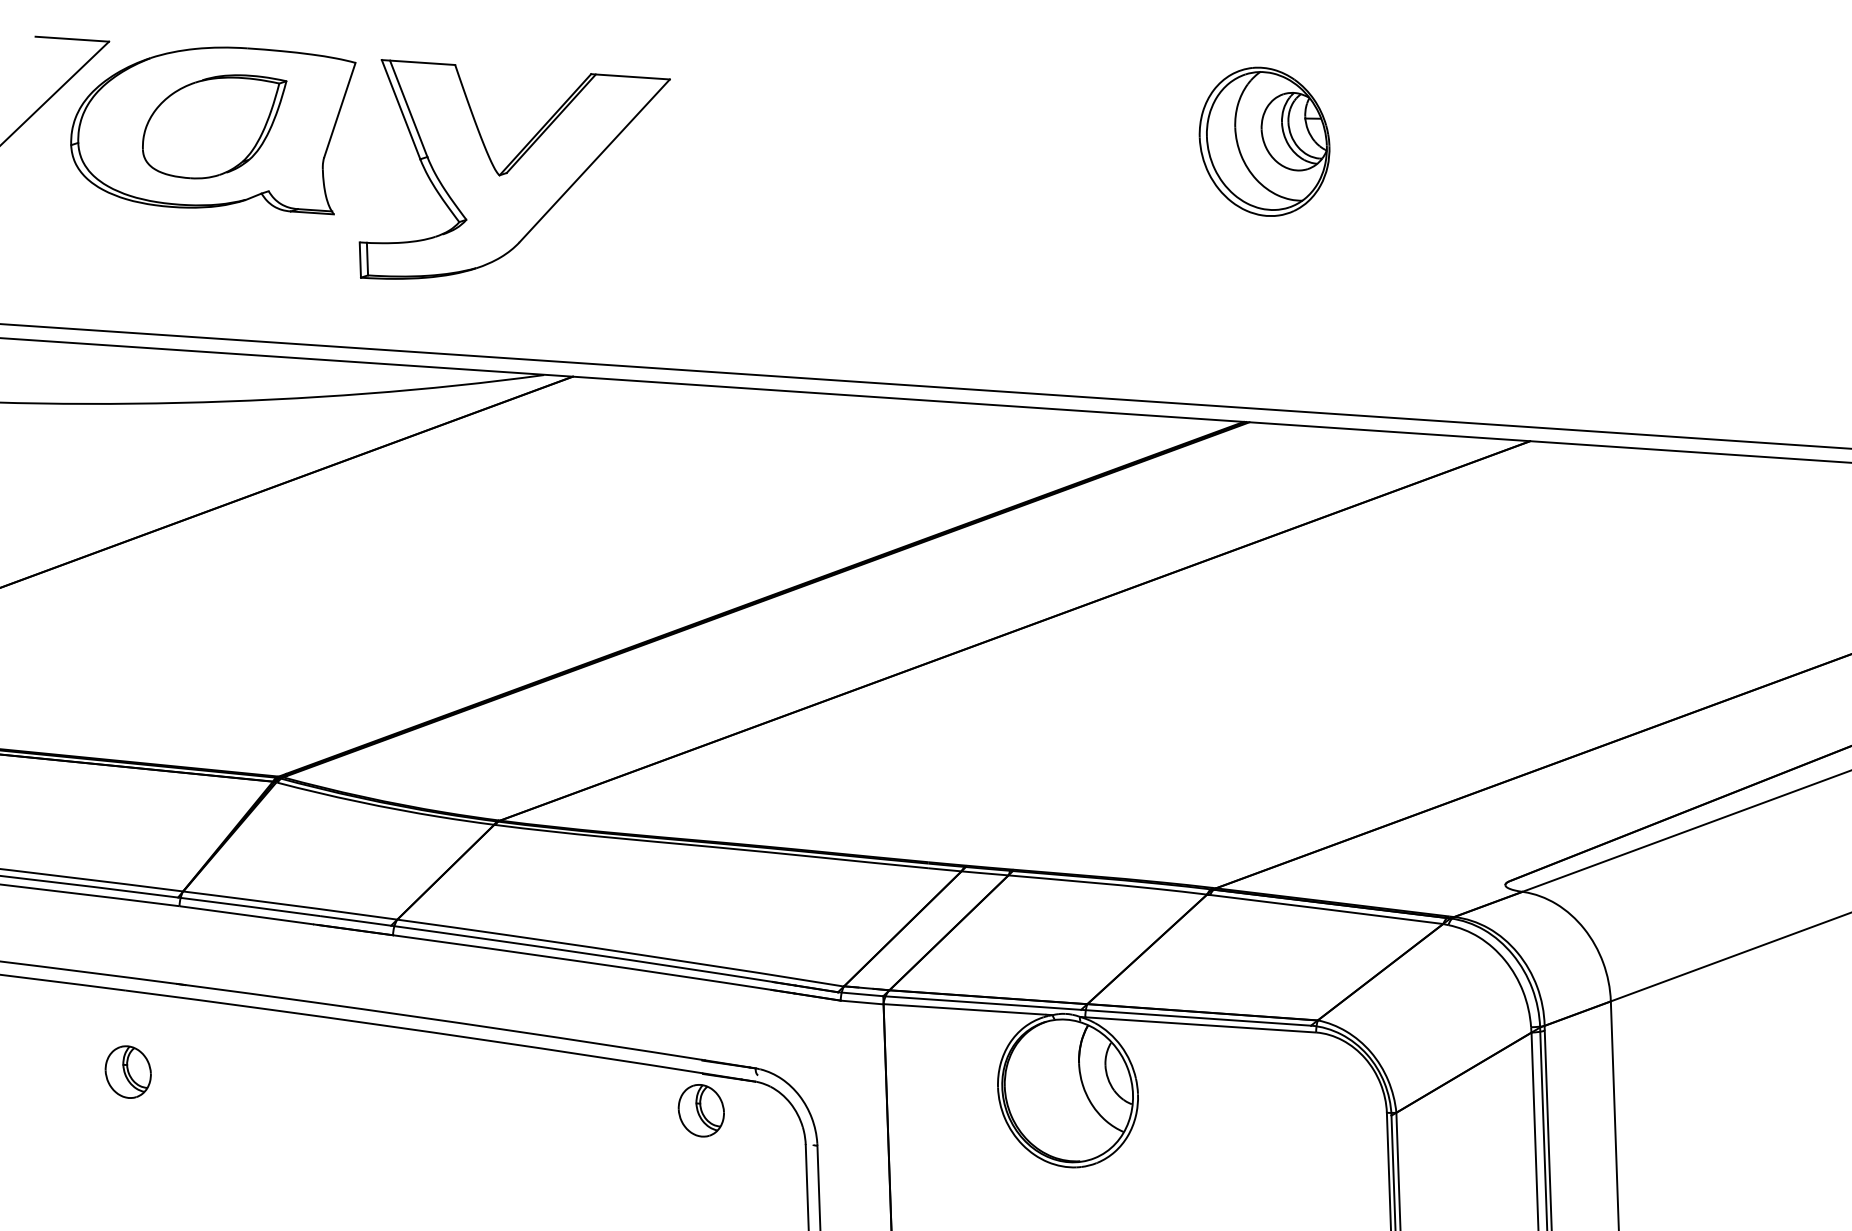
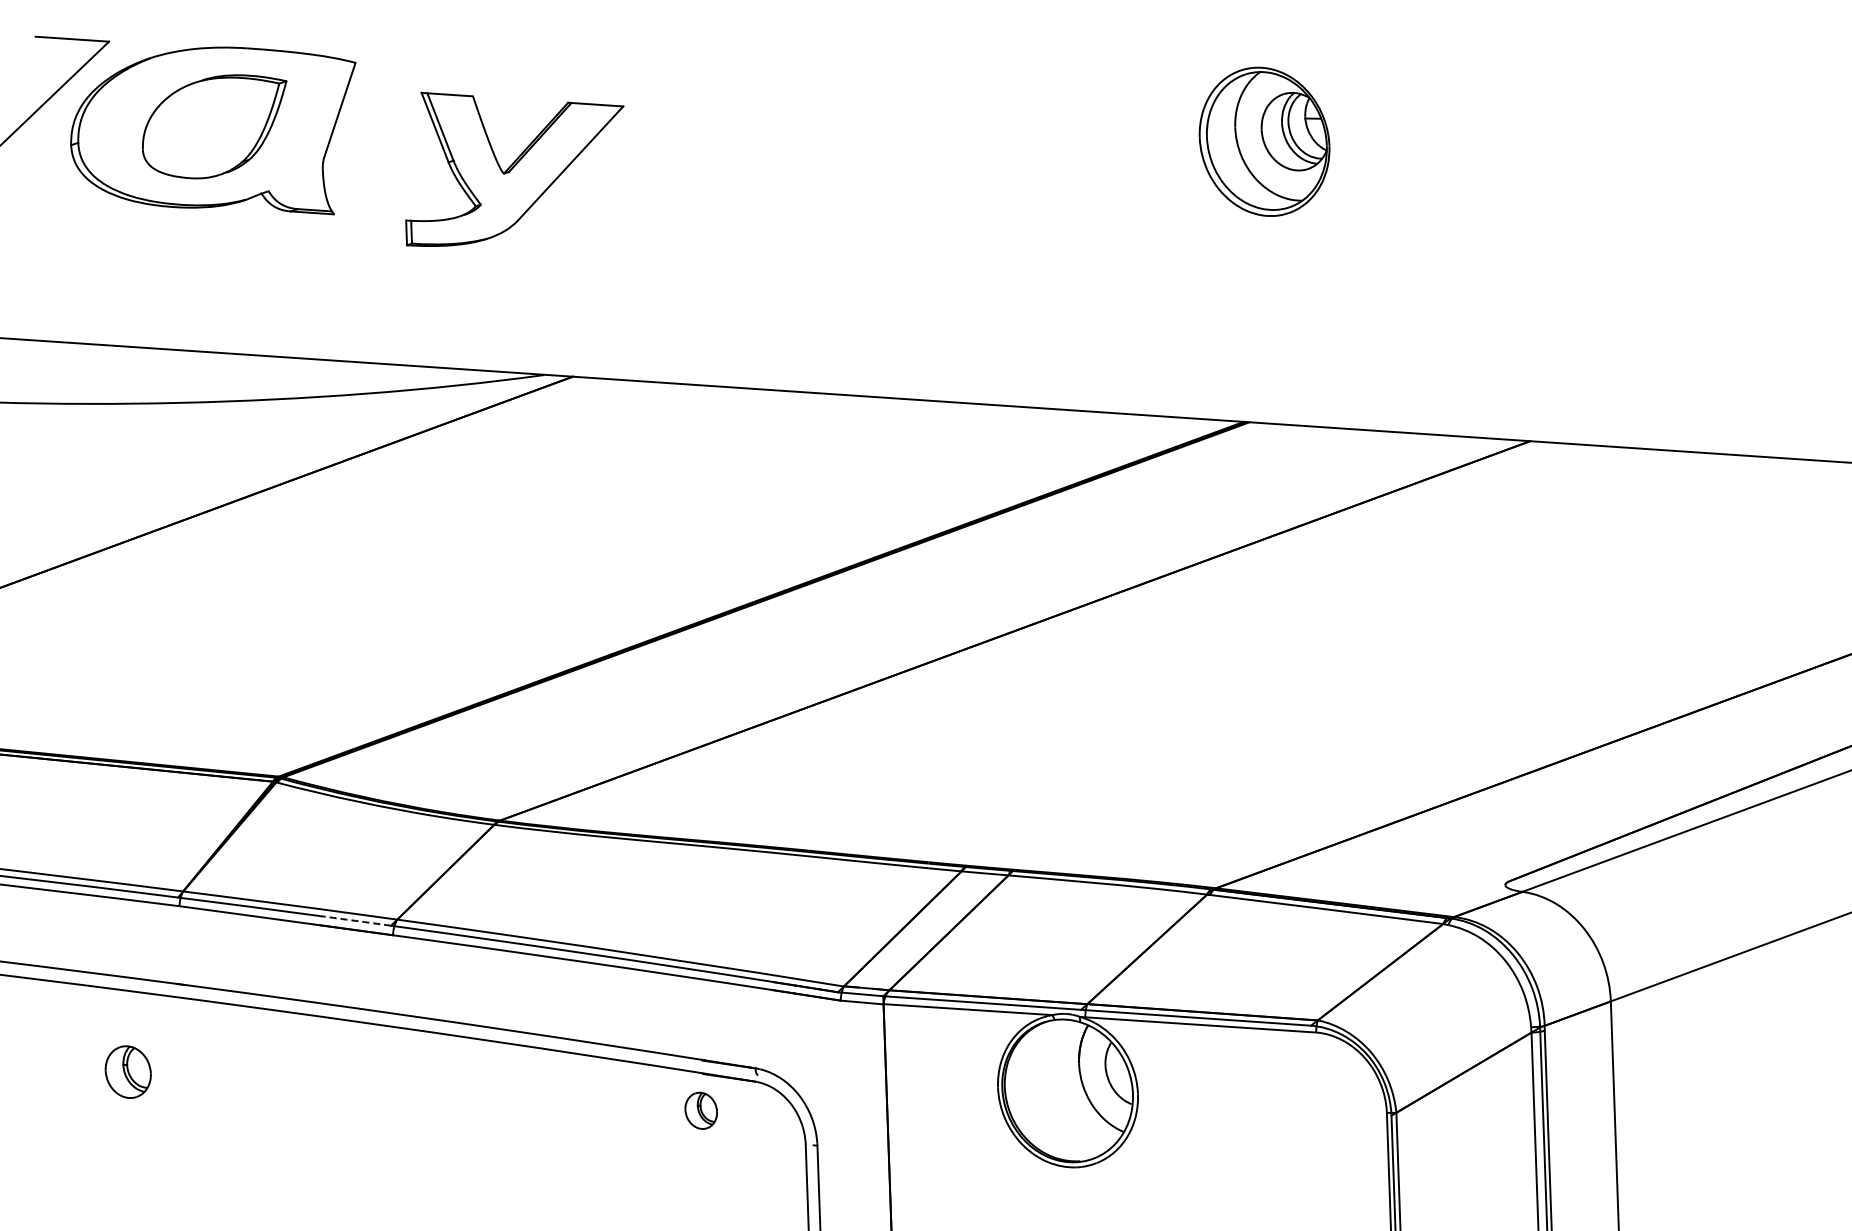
part at (514, 169) size: 313x221 px -> 220x156 px
line at (925, 386): present -> none
arc at (355, 920): solid -> dashed
part at (700, 1110) size: 48x54 px -> 34x39 px
